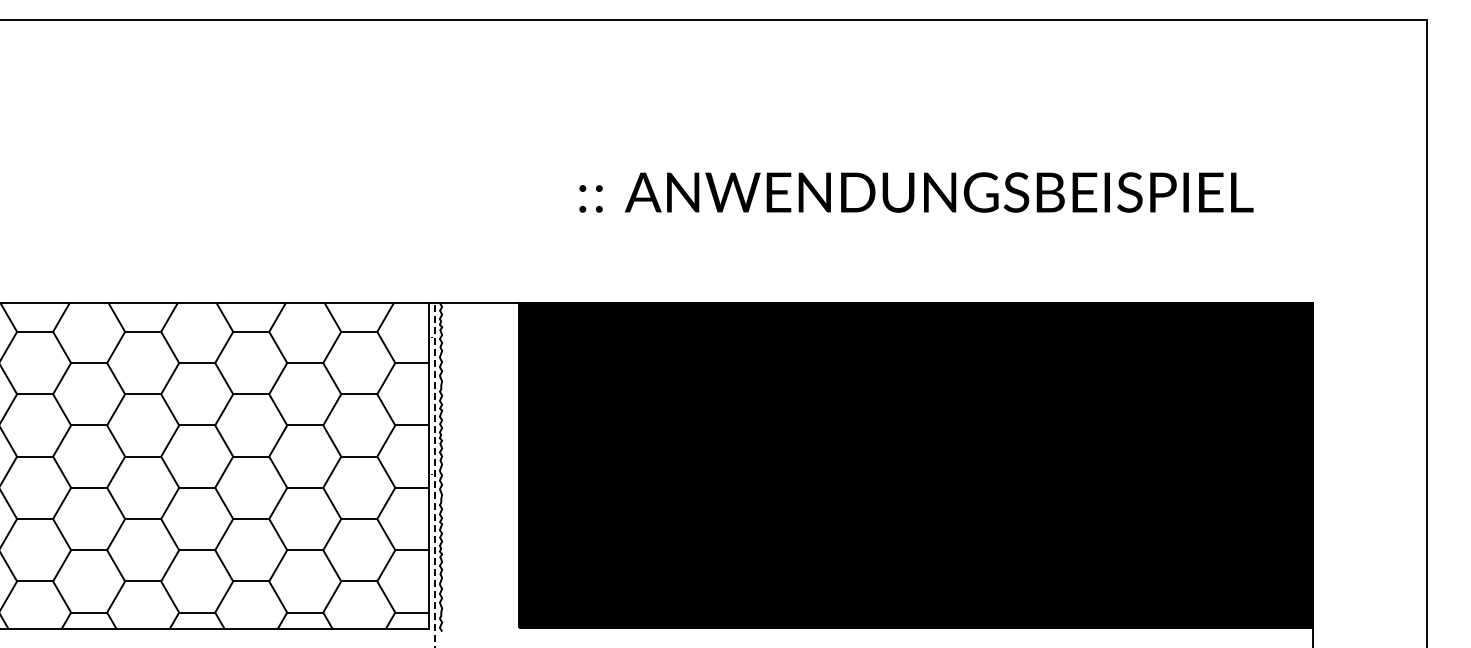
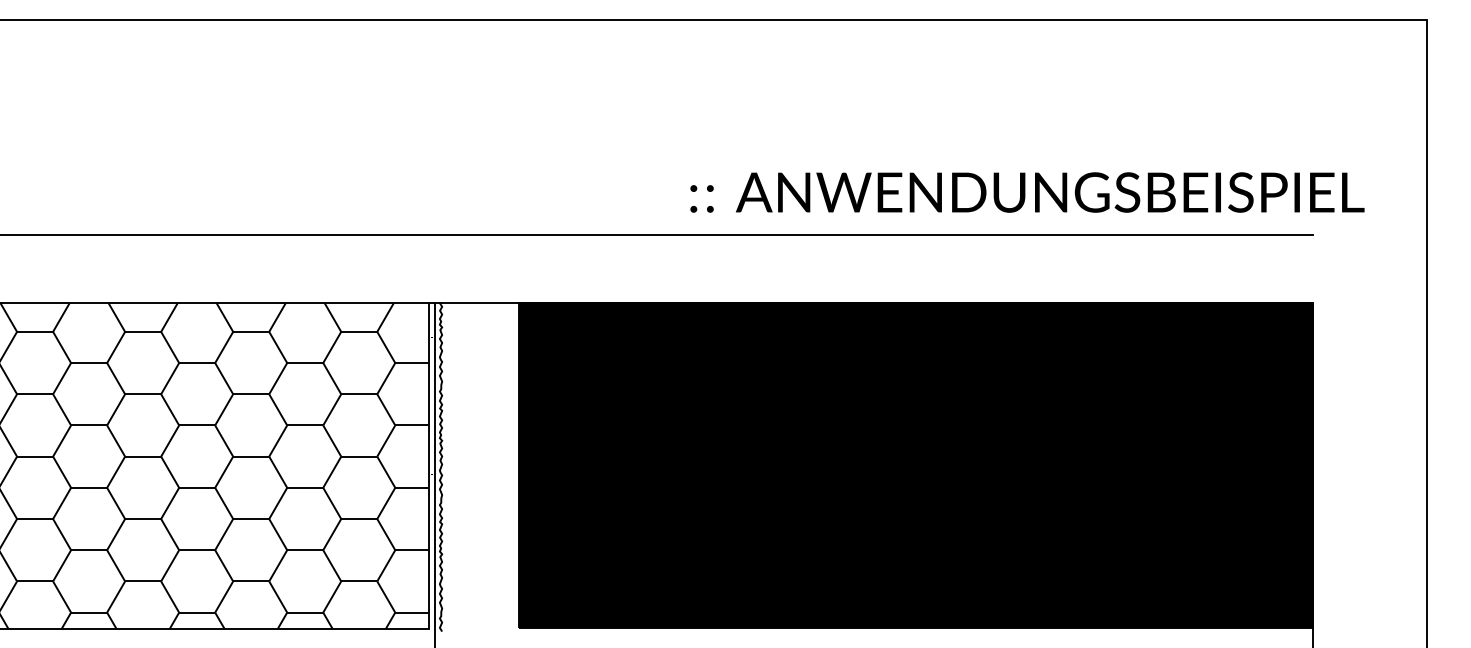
text at (916, 192) position: (916, 192) -> (1027, 192)
line at (657, 235): none -> present
line at (435, 475): dashed -> solid
